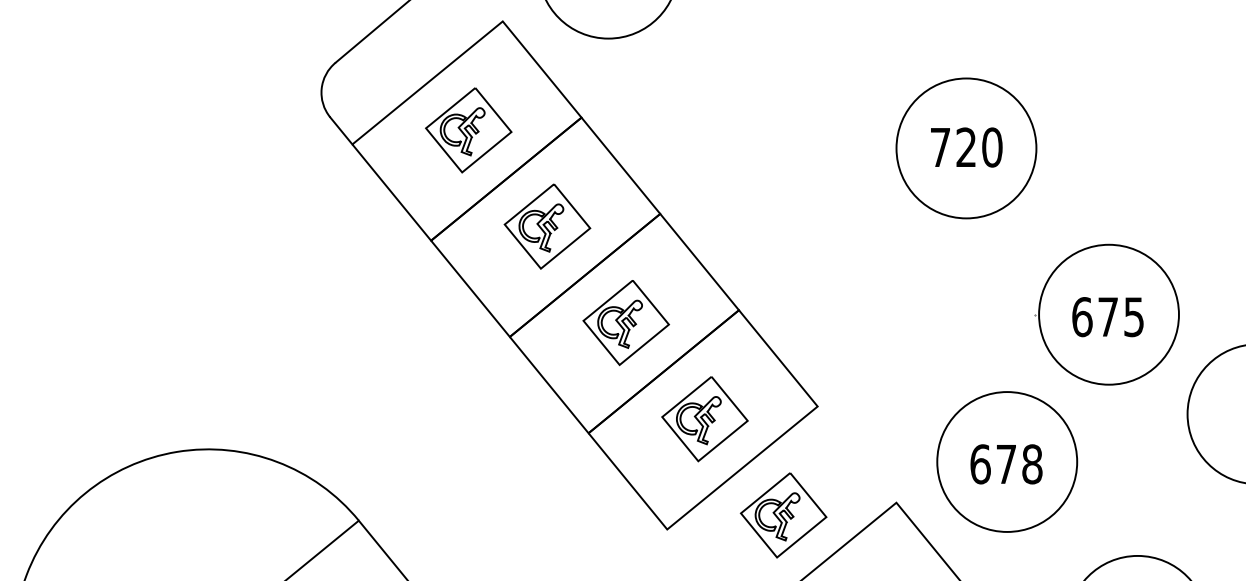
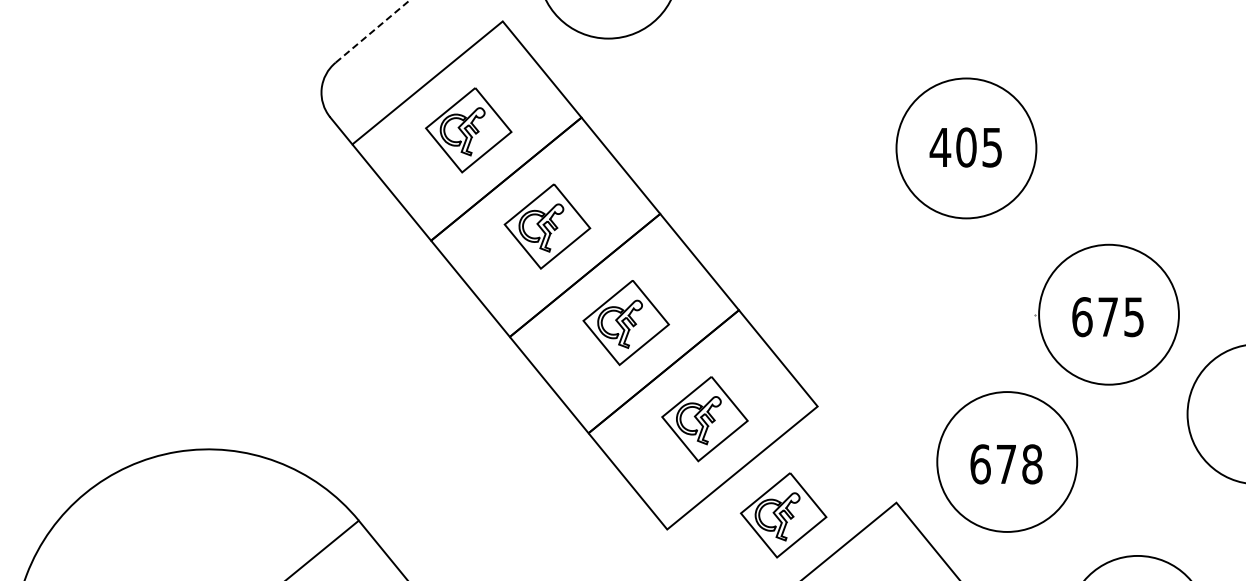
line at (373, 31): solid -> dashed
text at (965, 147): 720 -> 405
